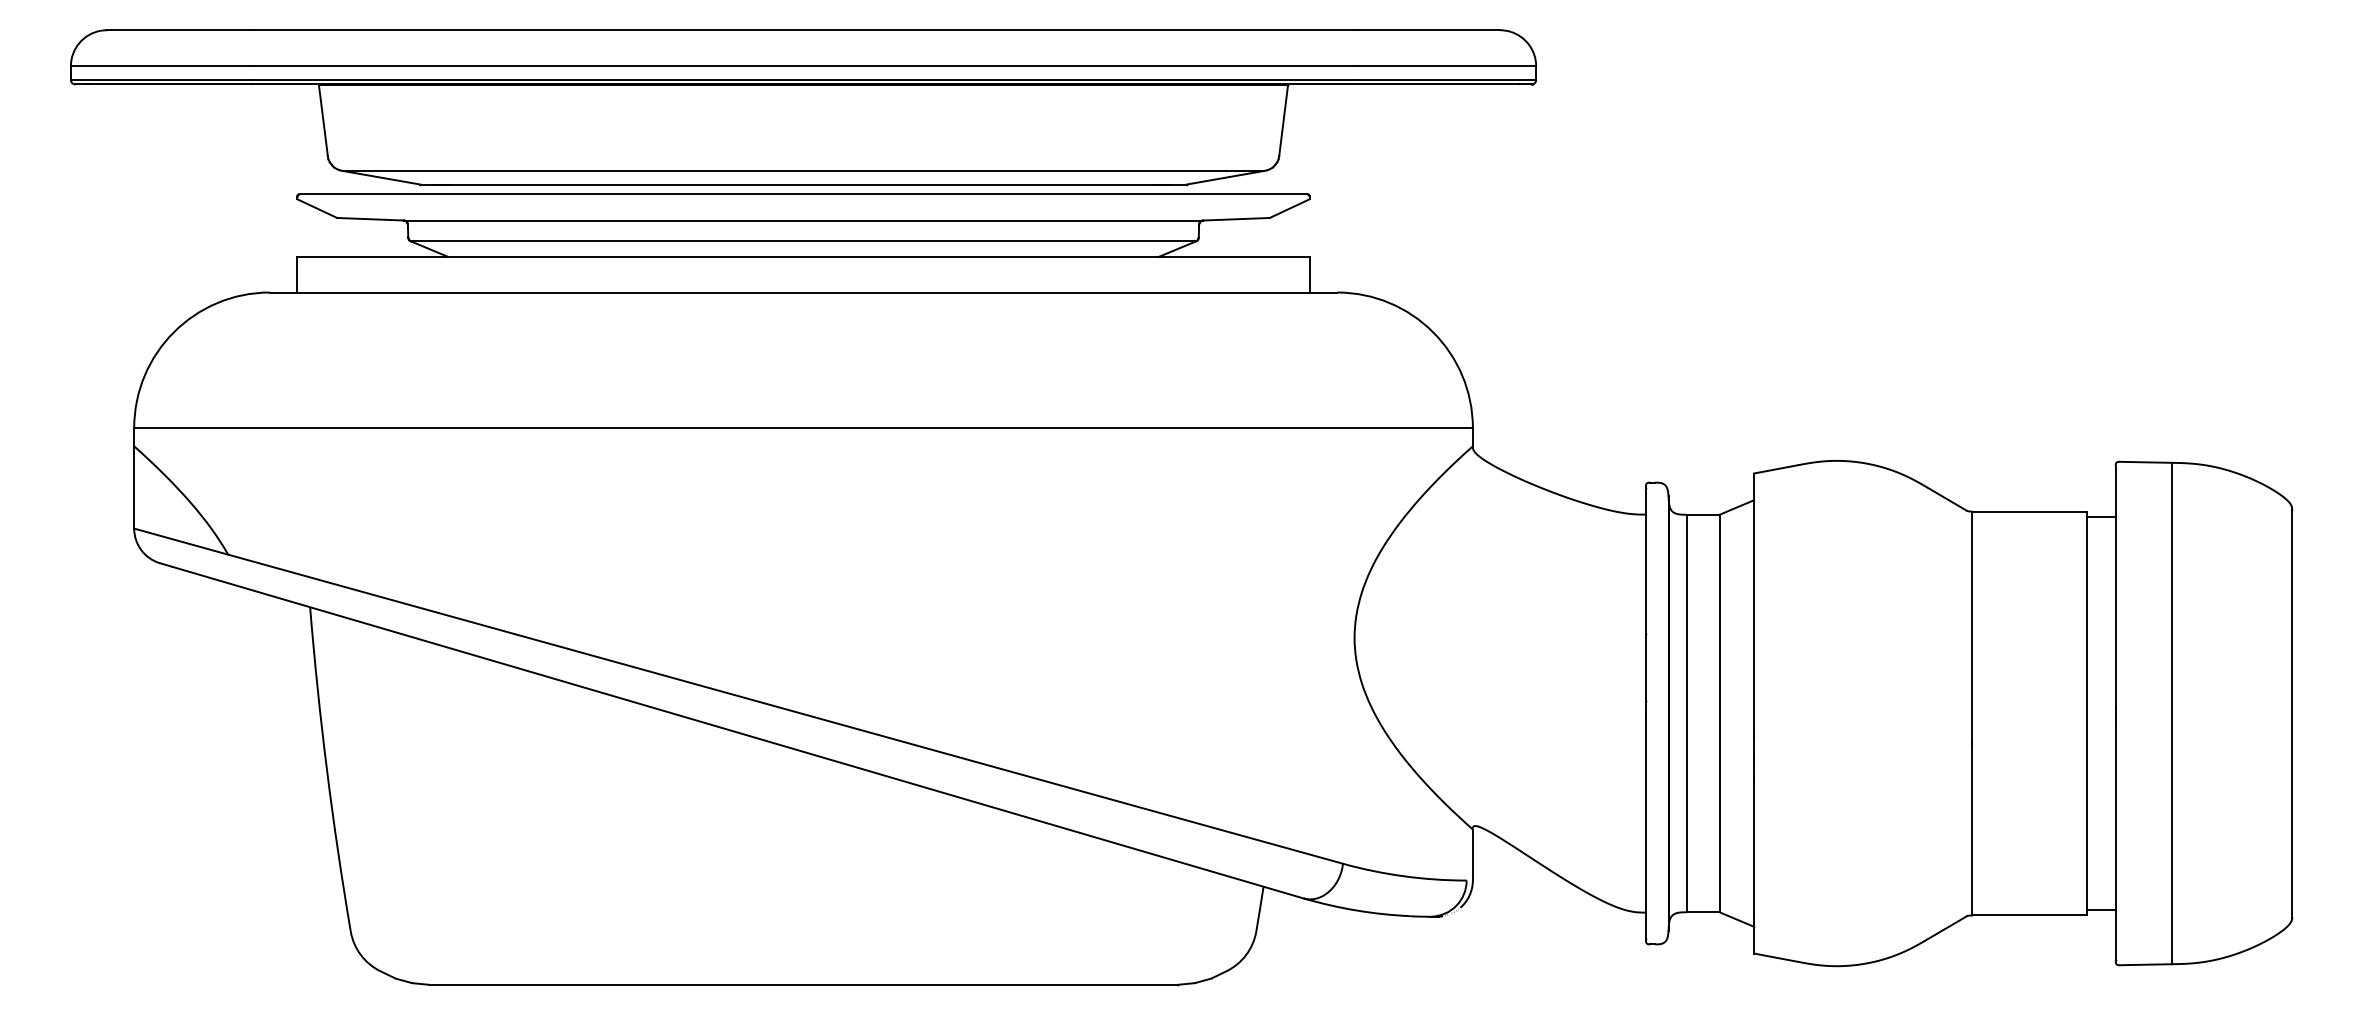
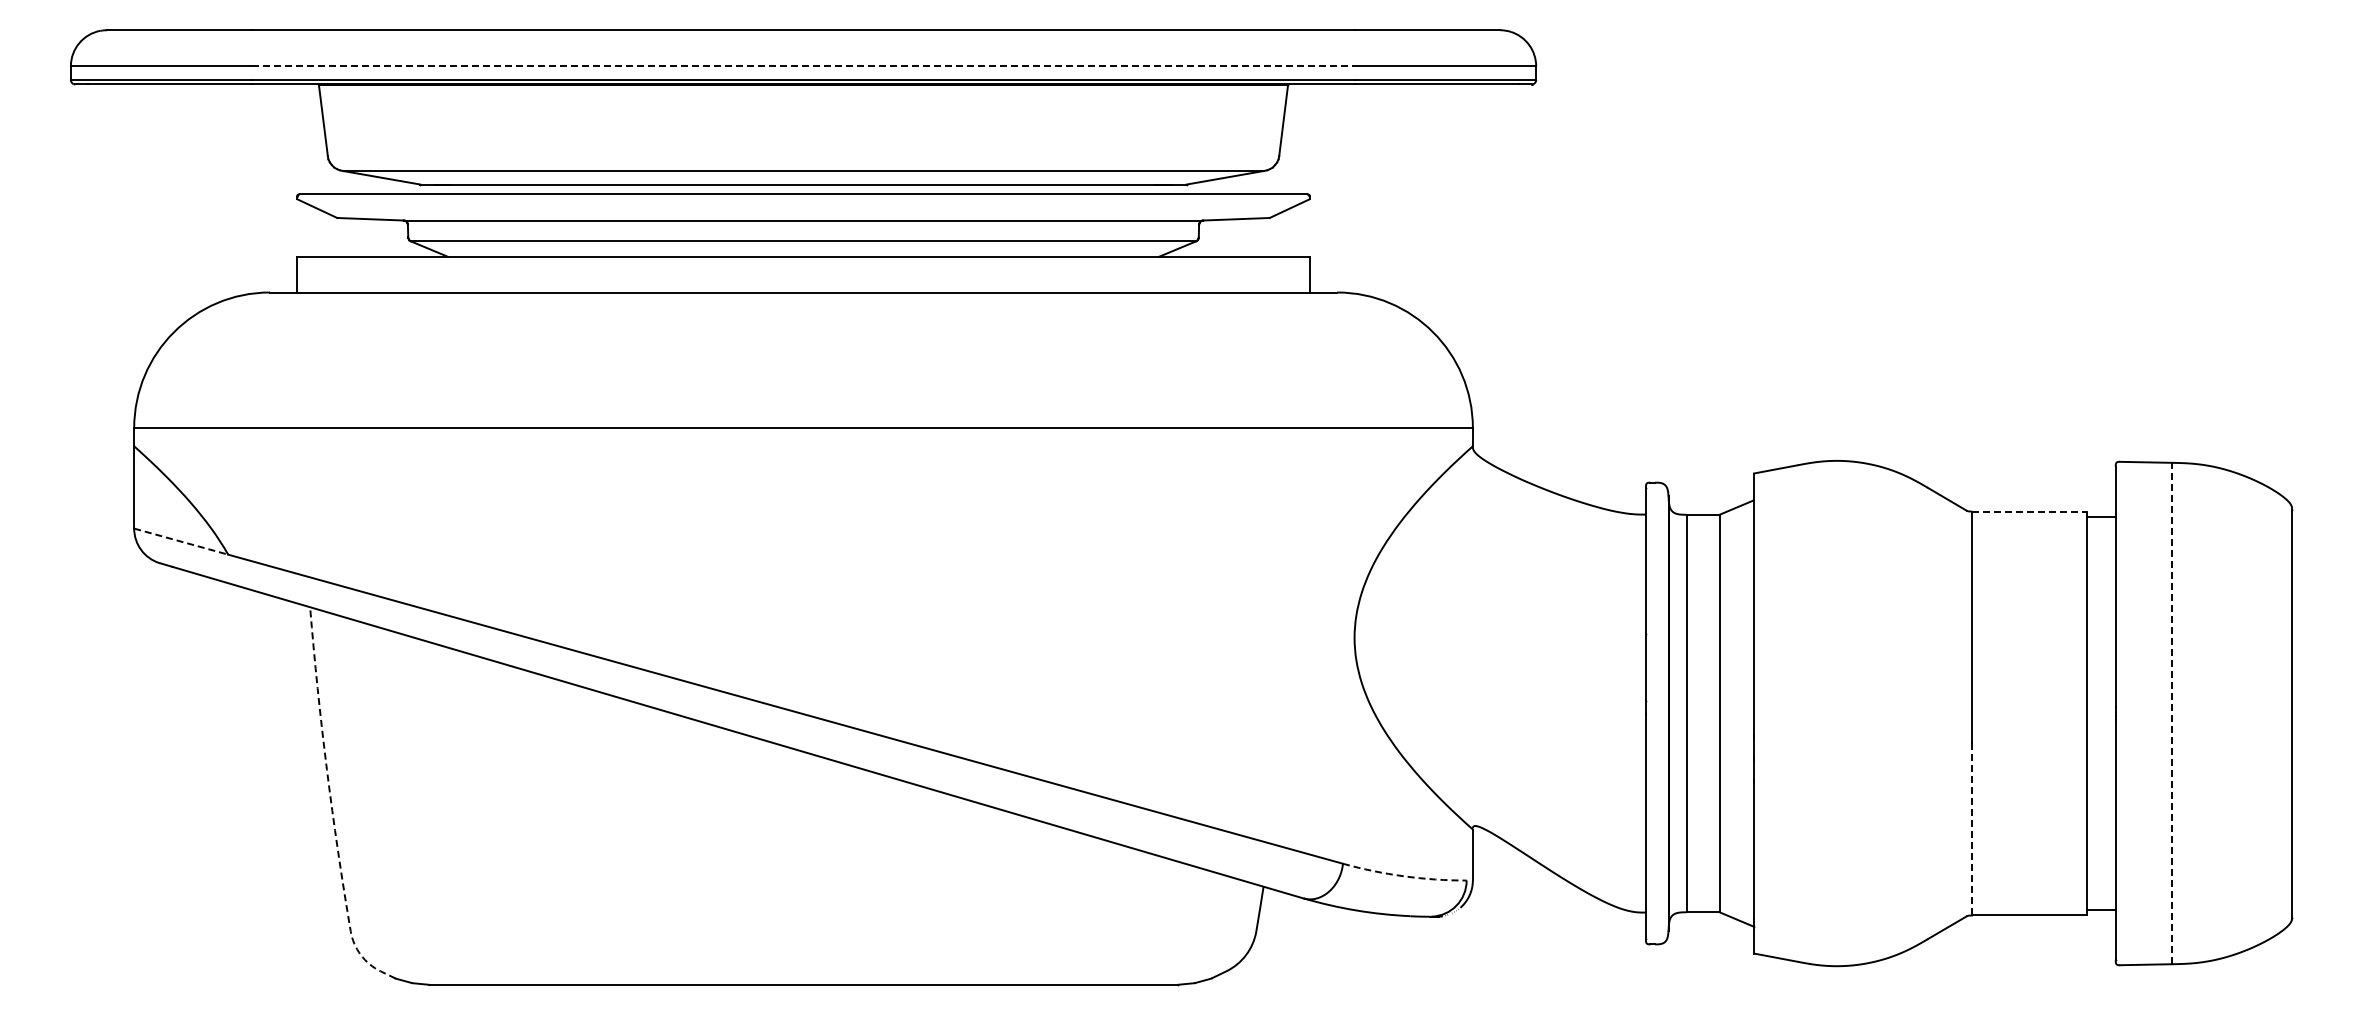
line at (803, 66): solid -> dashed
line at (2029, 511): solid -> dashed
line at (181, 541): solid -> dashed
line at (2172, 713): solid -> dashed
line at (332, 809): solid -> dashed
line at (1971, 830): solid -> dashed
arc at (1404, 876): solid -> dashed
